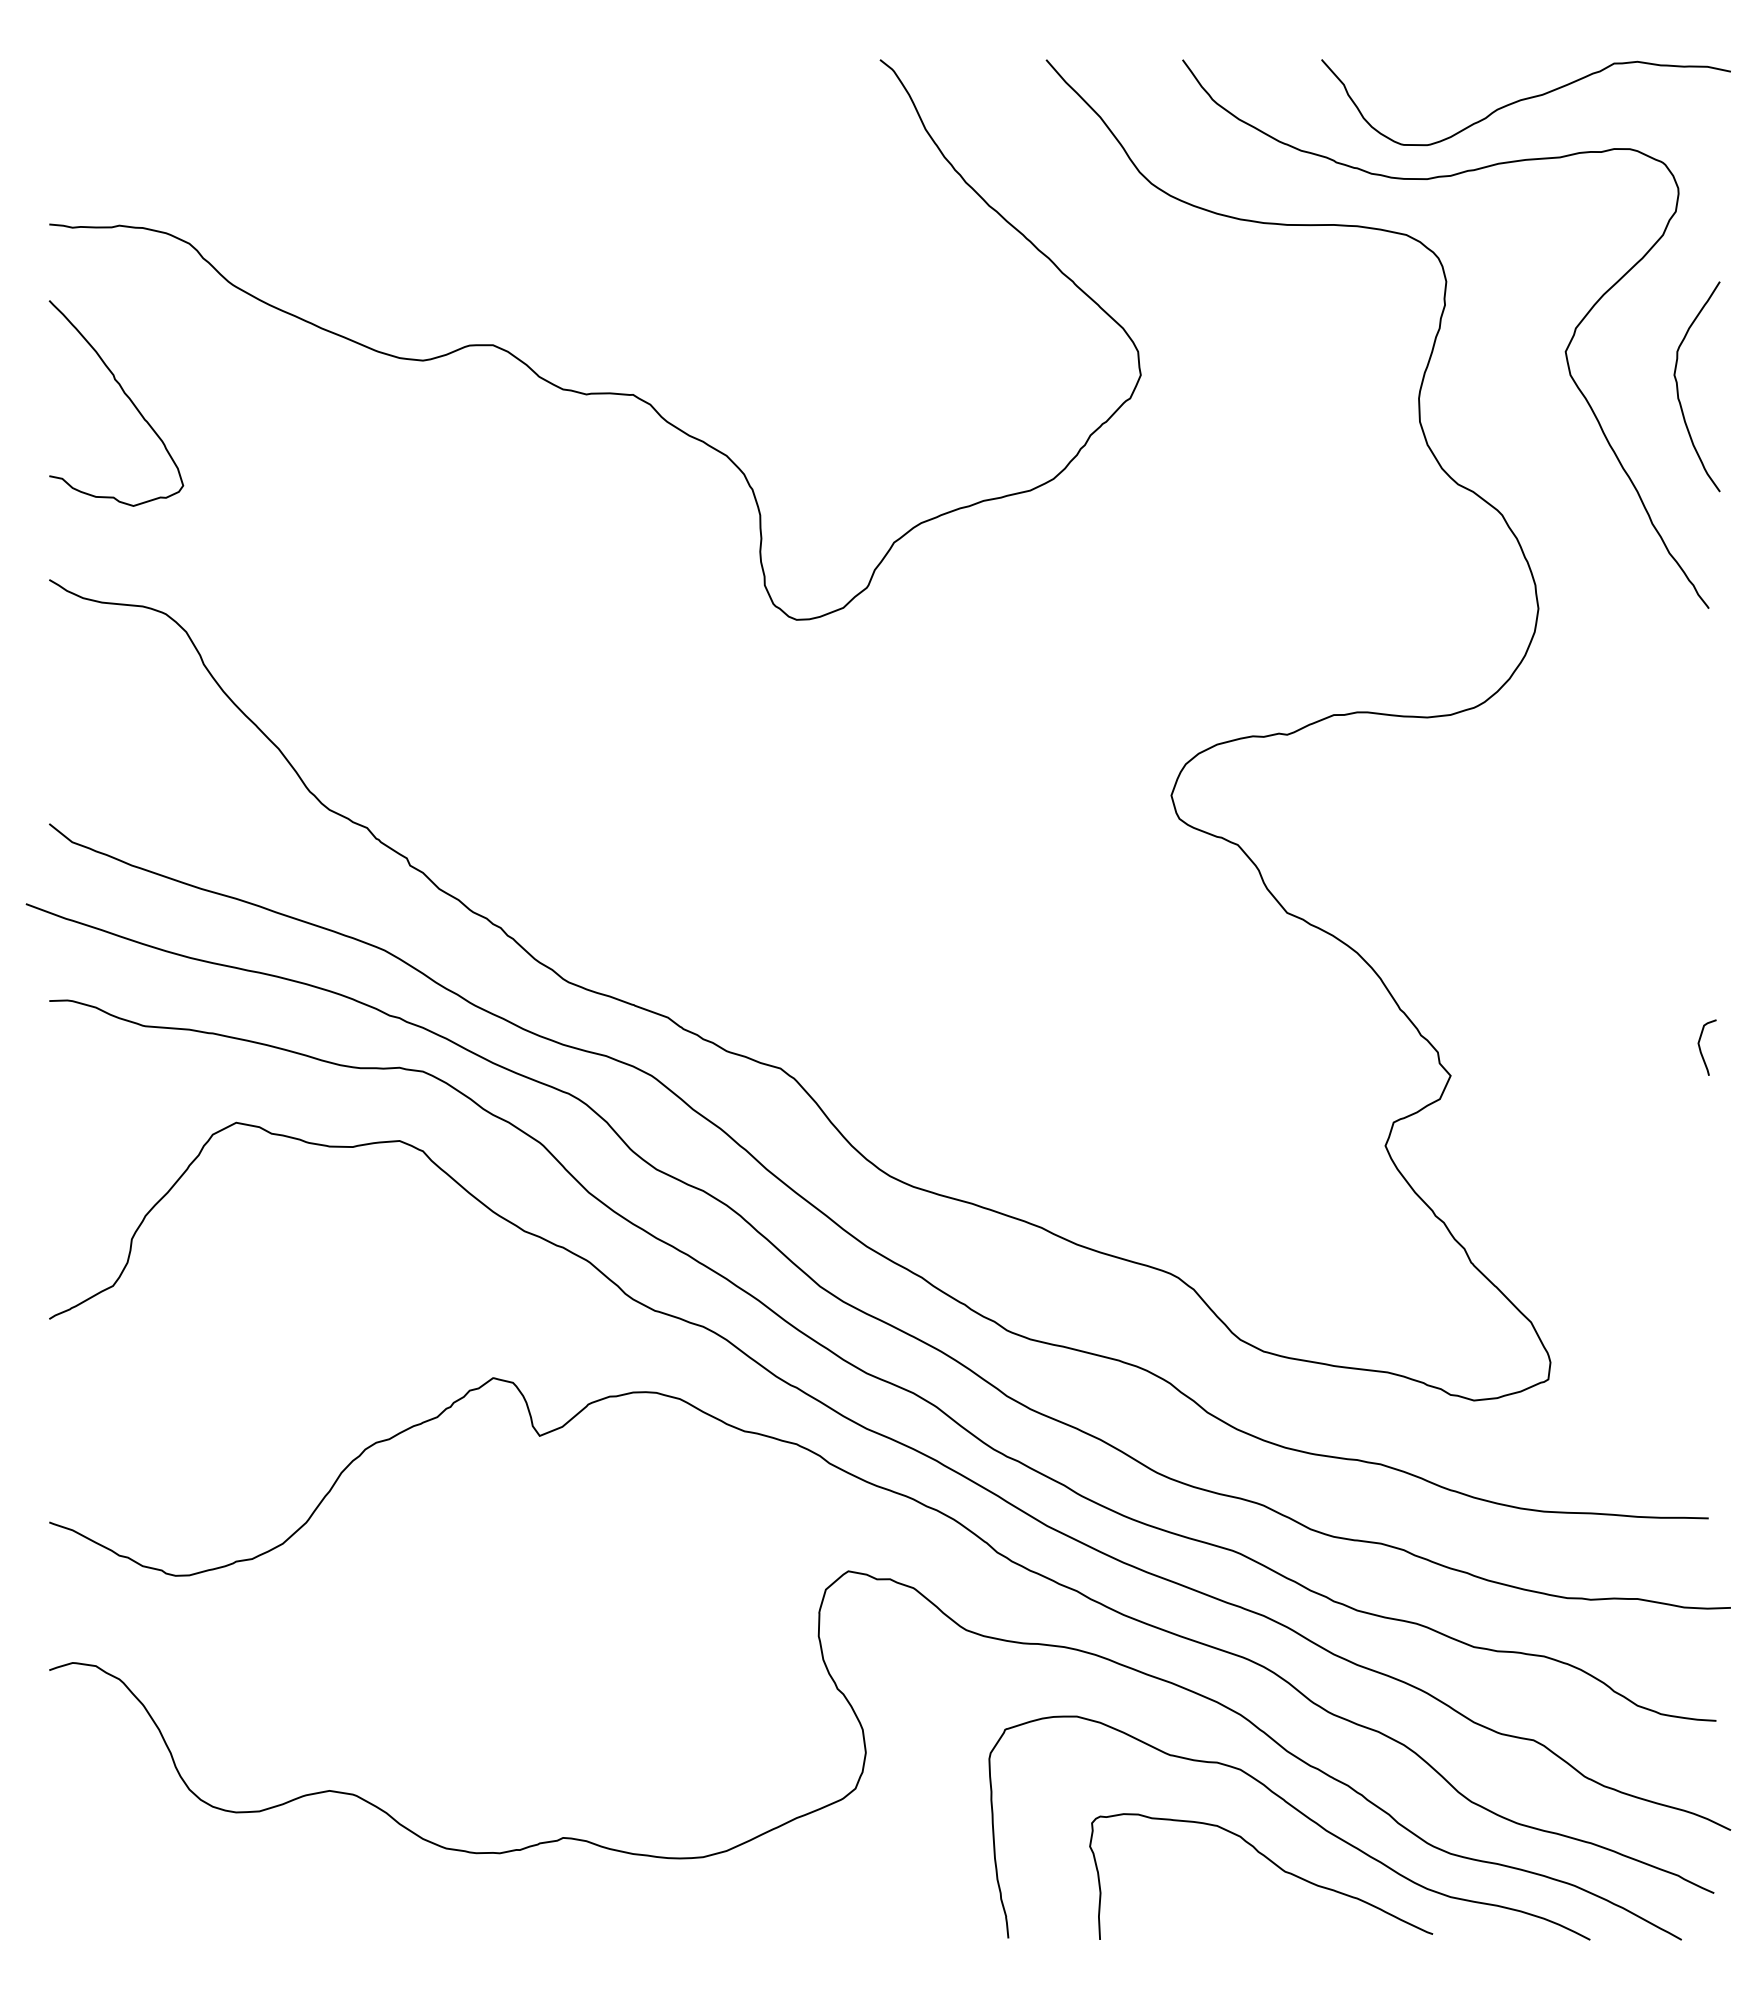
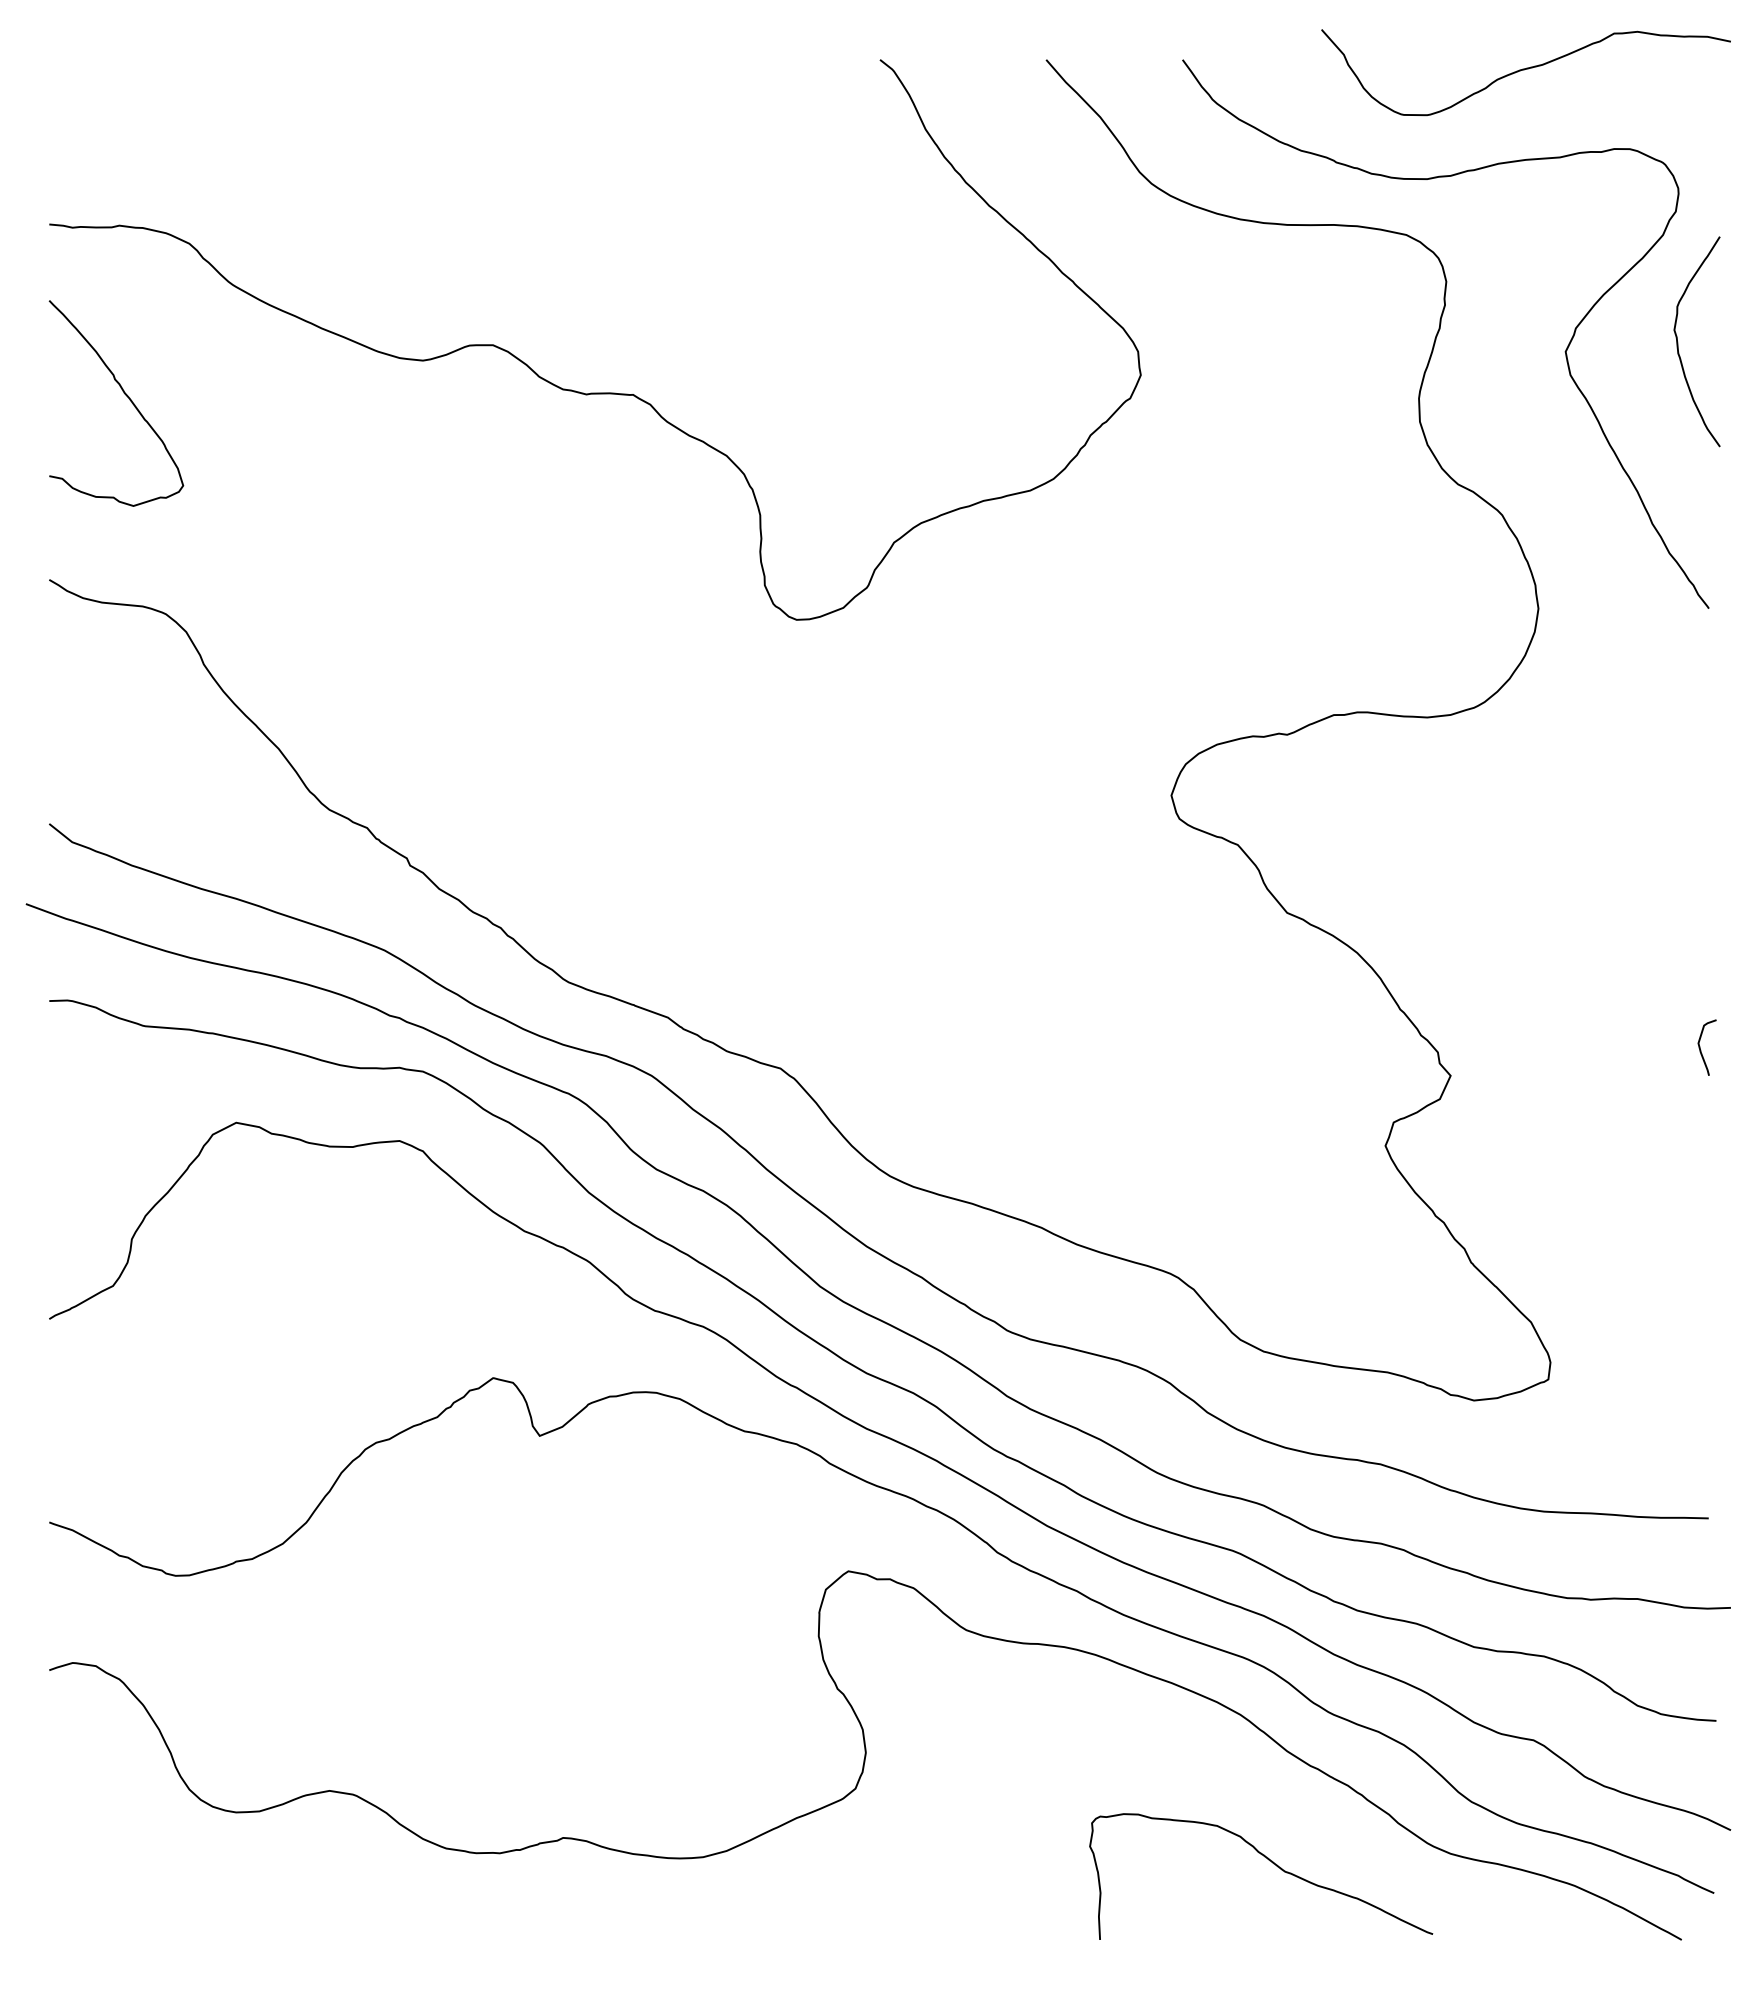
curve at (1524, 100) position: (1524, 100) -> (1524, 70)
curve at (1678, 387) position: (1678, 387) -> (1678, 342)
curve at (1301, 1814): present -> none
